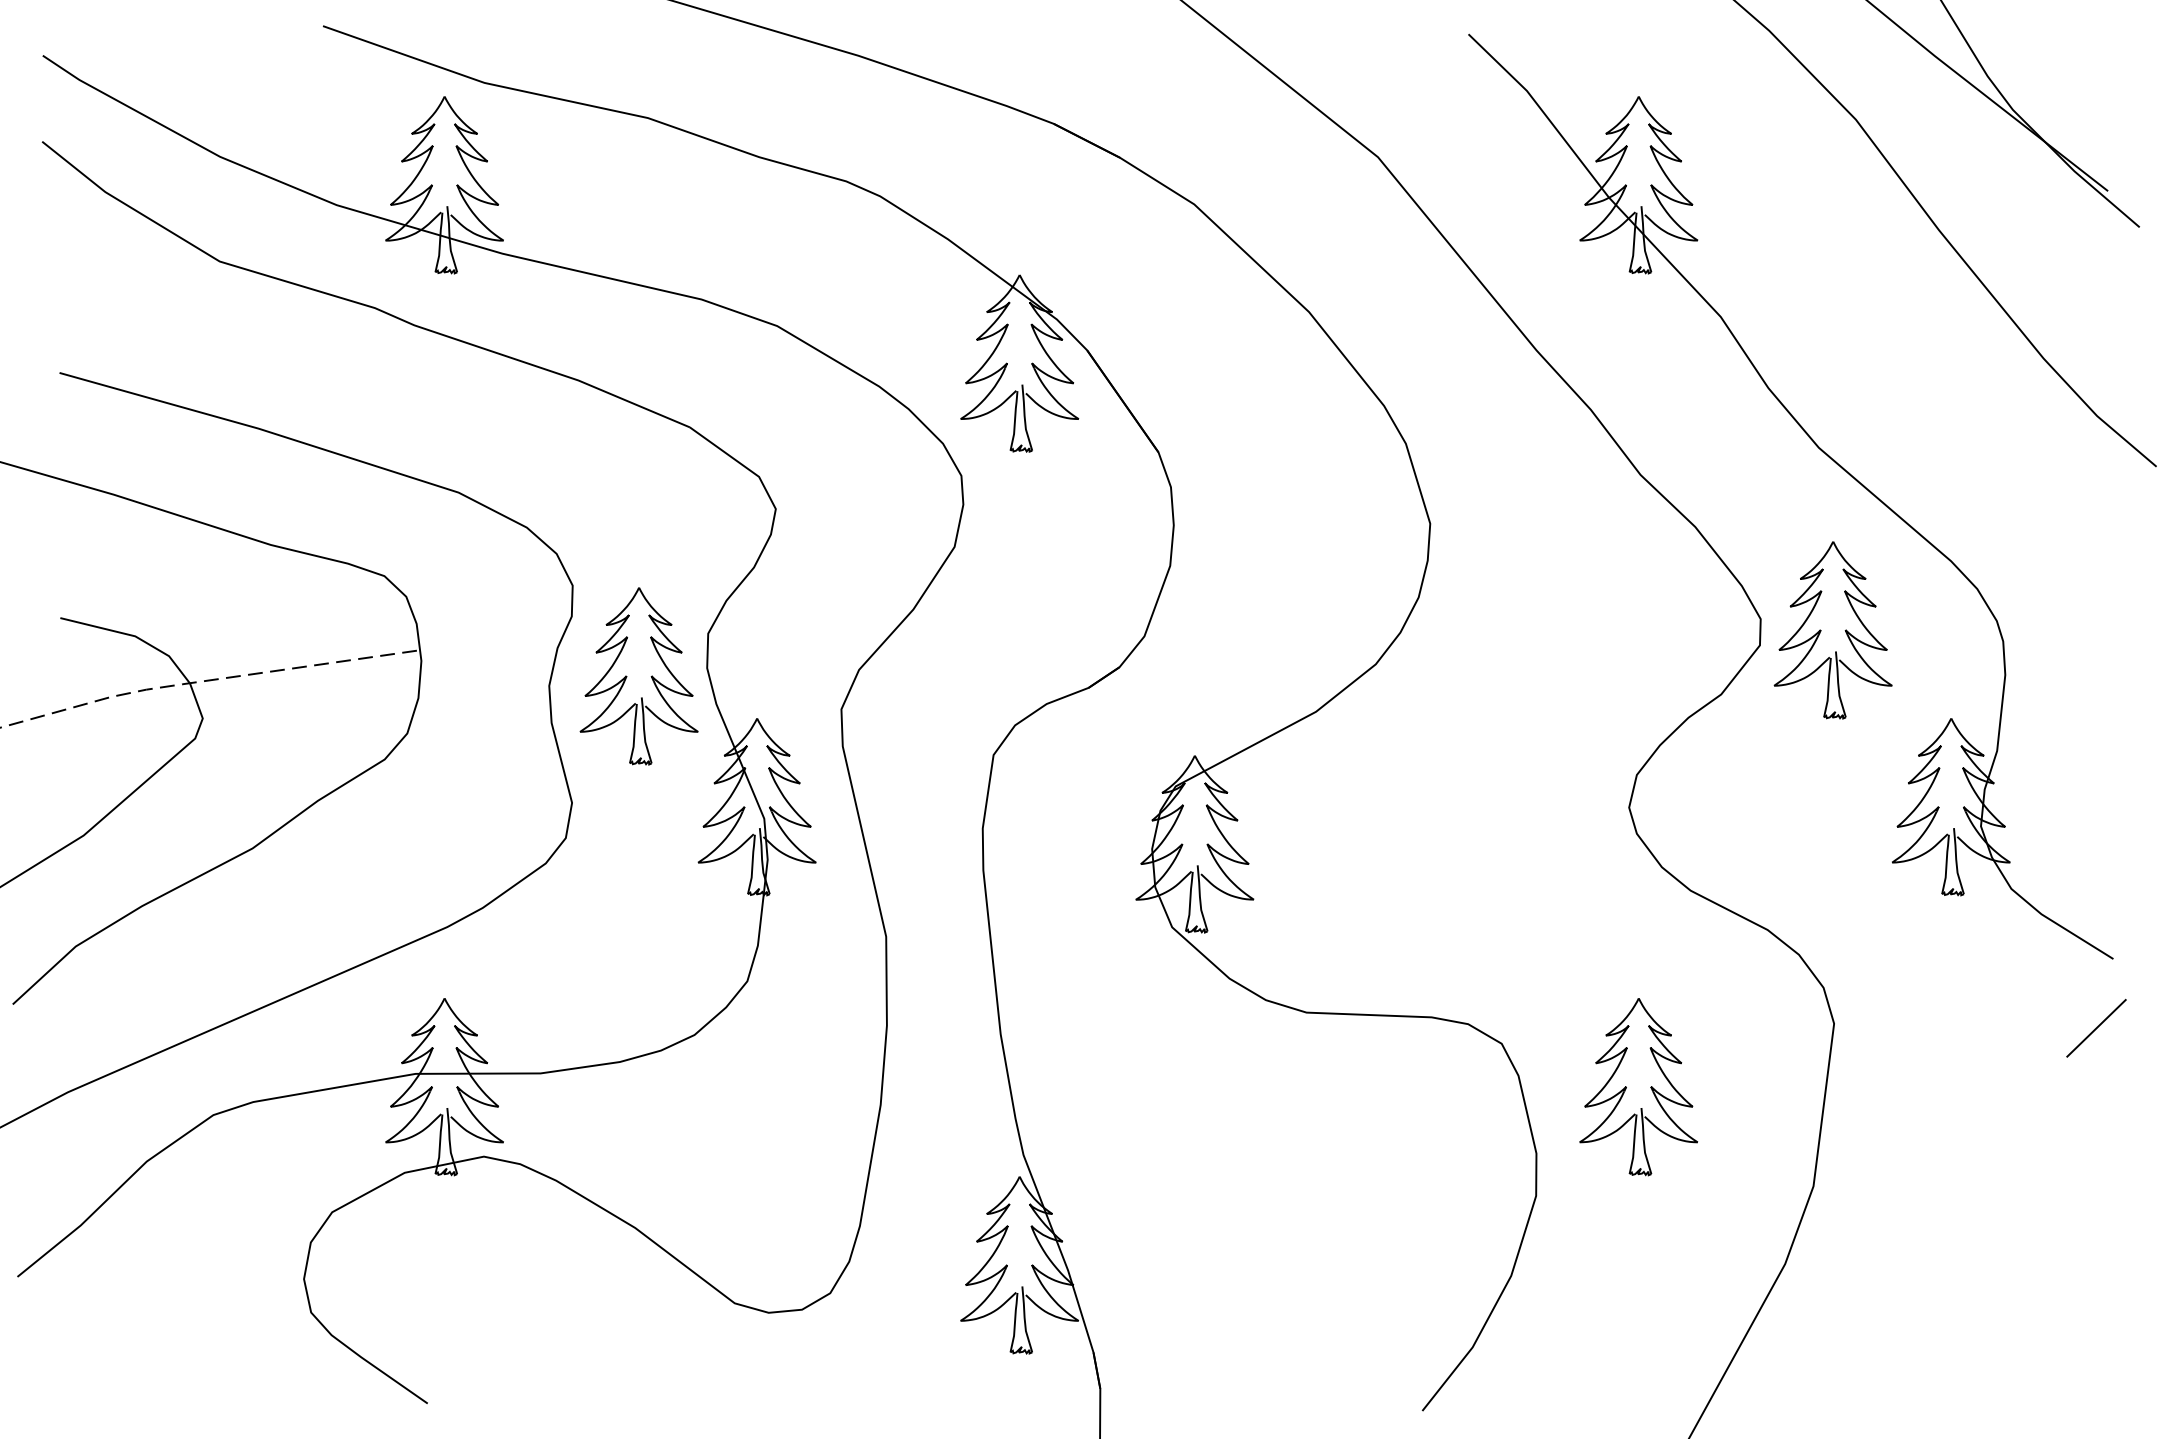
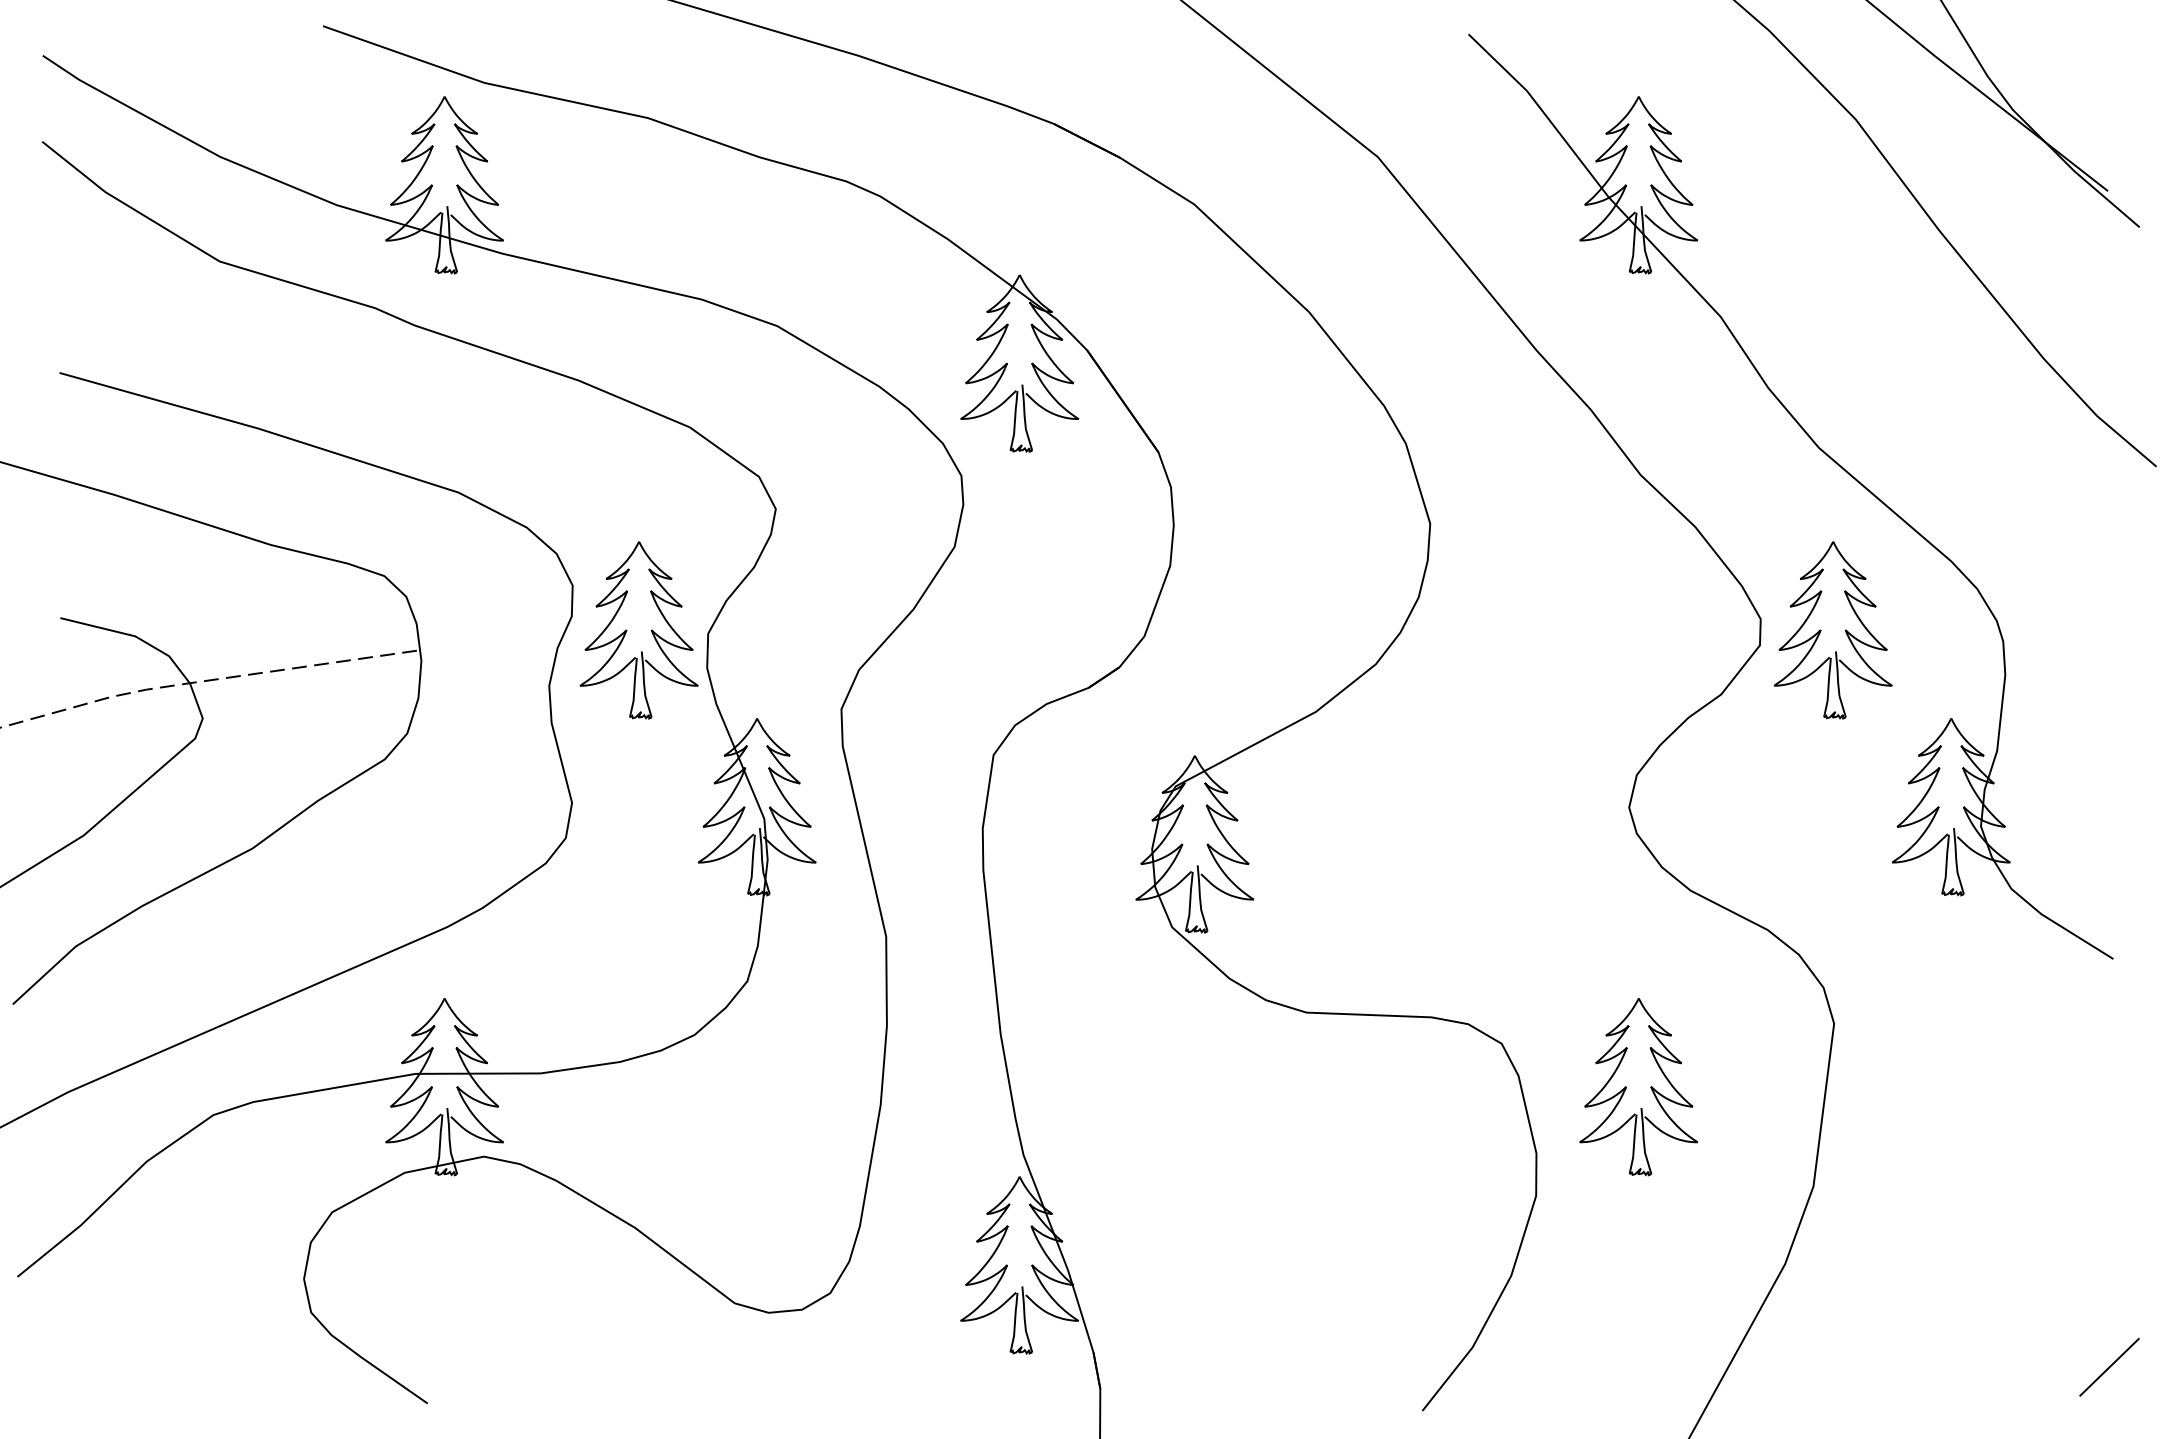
part at (627, 676) position: (627, 676) -> (627, 630)
line at (2096, 1027) position: (2096, 1027) -> (2109, 1366)
